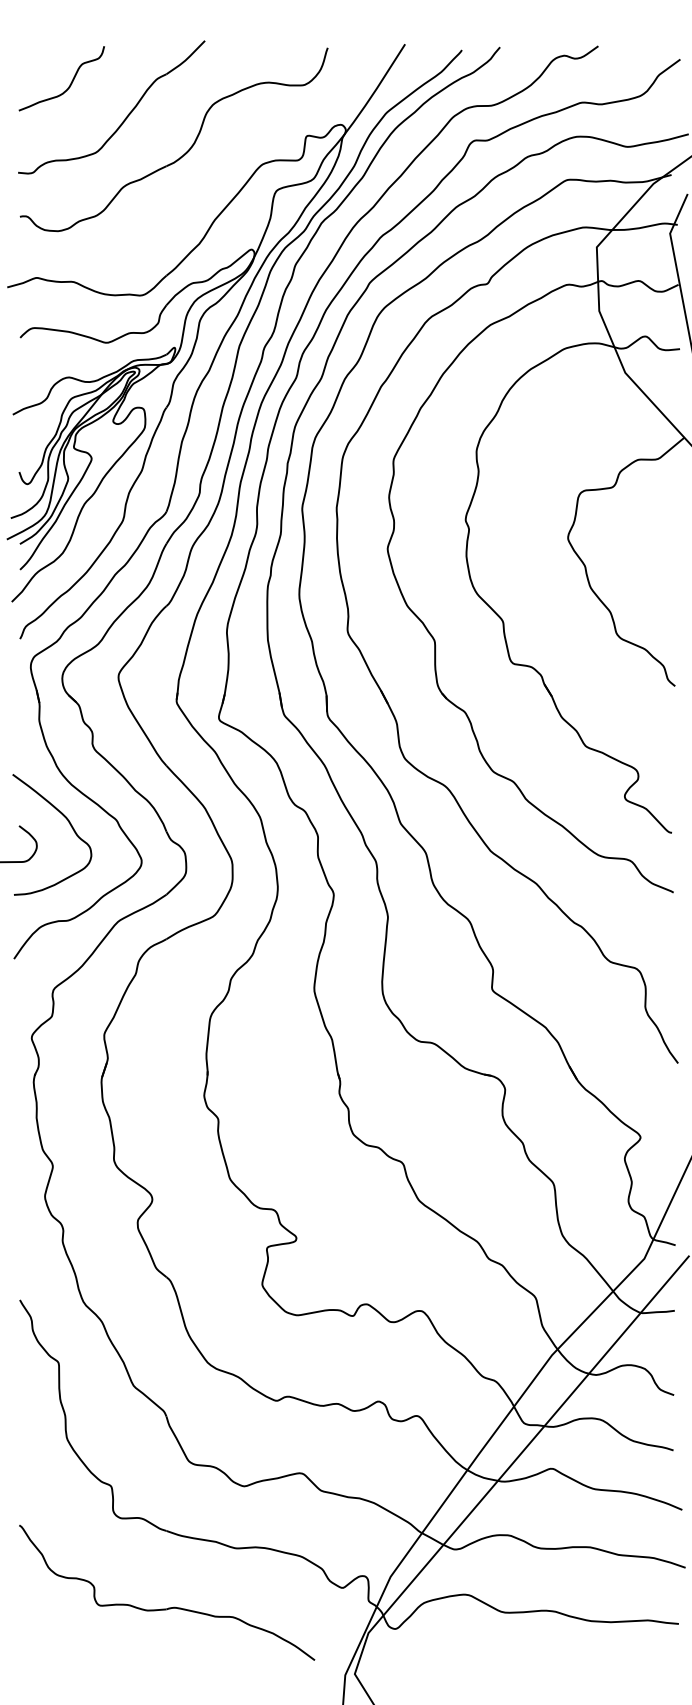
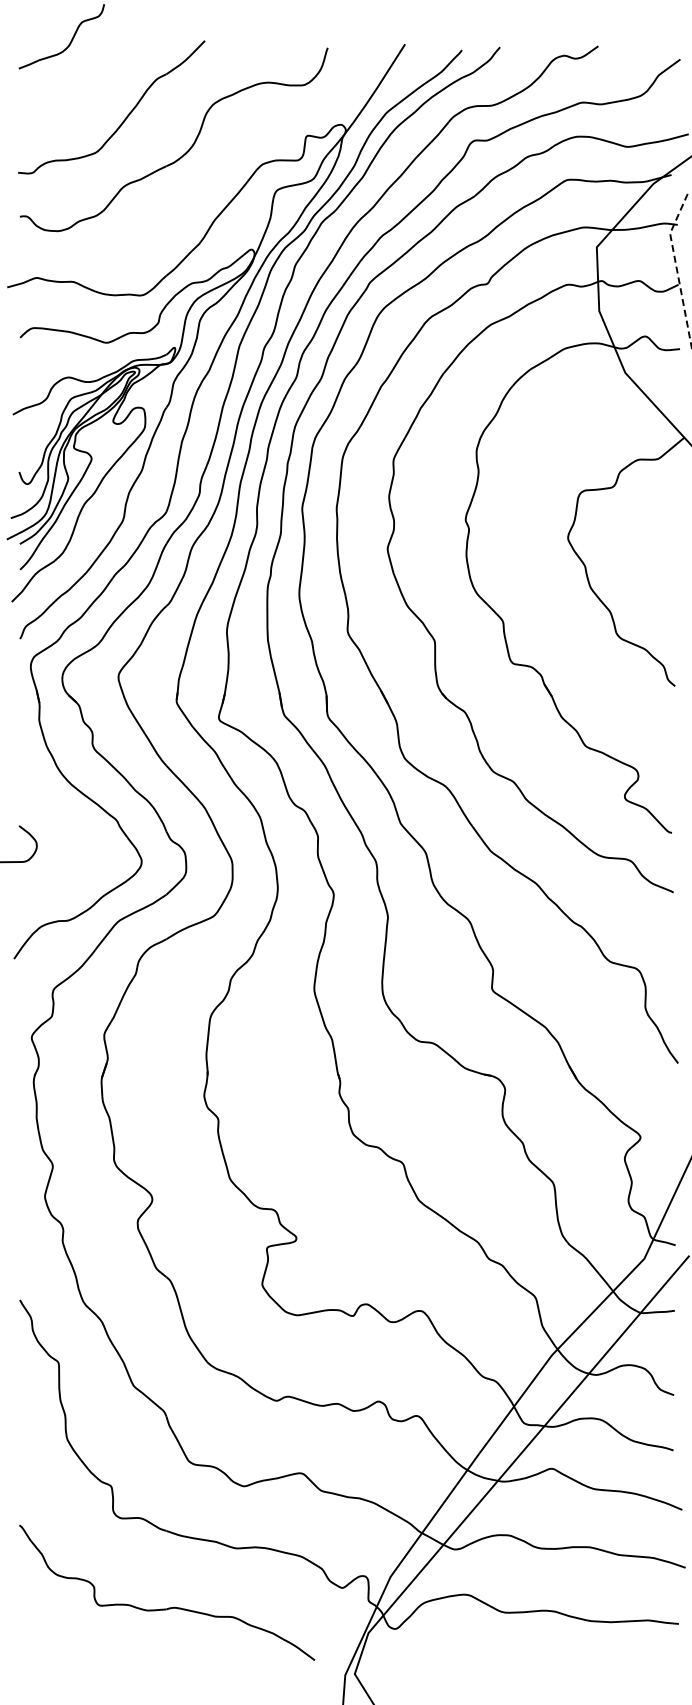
curve at (70, 82) position: (70, 82) -> (70, 40)
line at (676, 268): solid -> dashed
curve at (70, 826): present -> none
